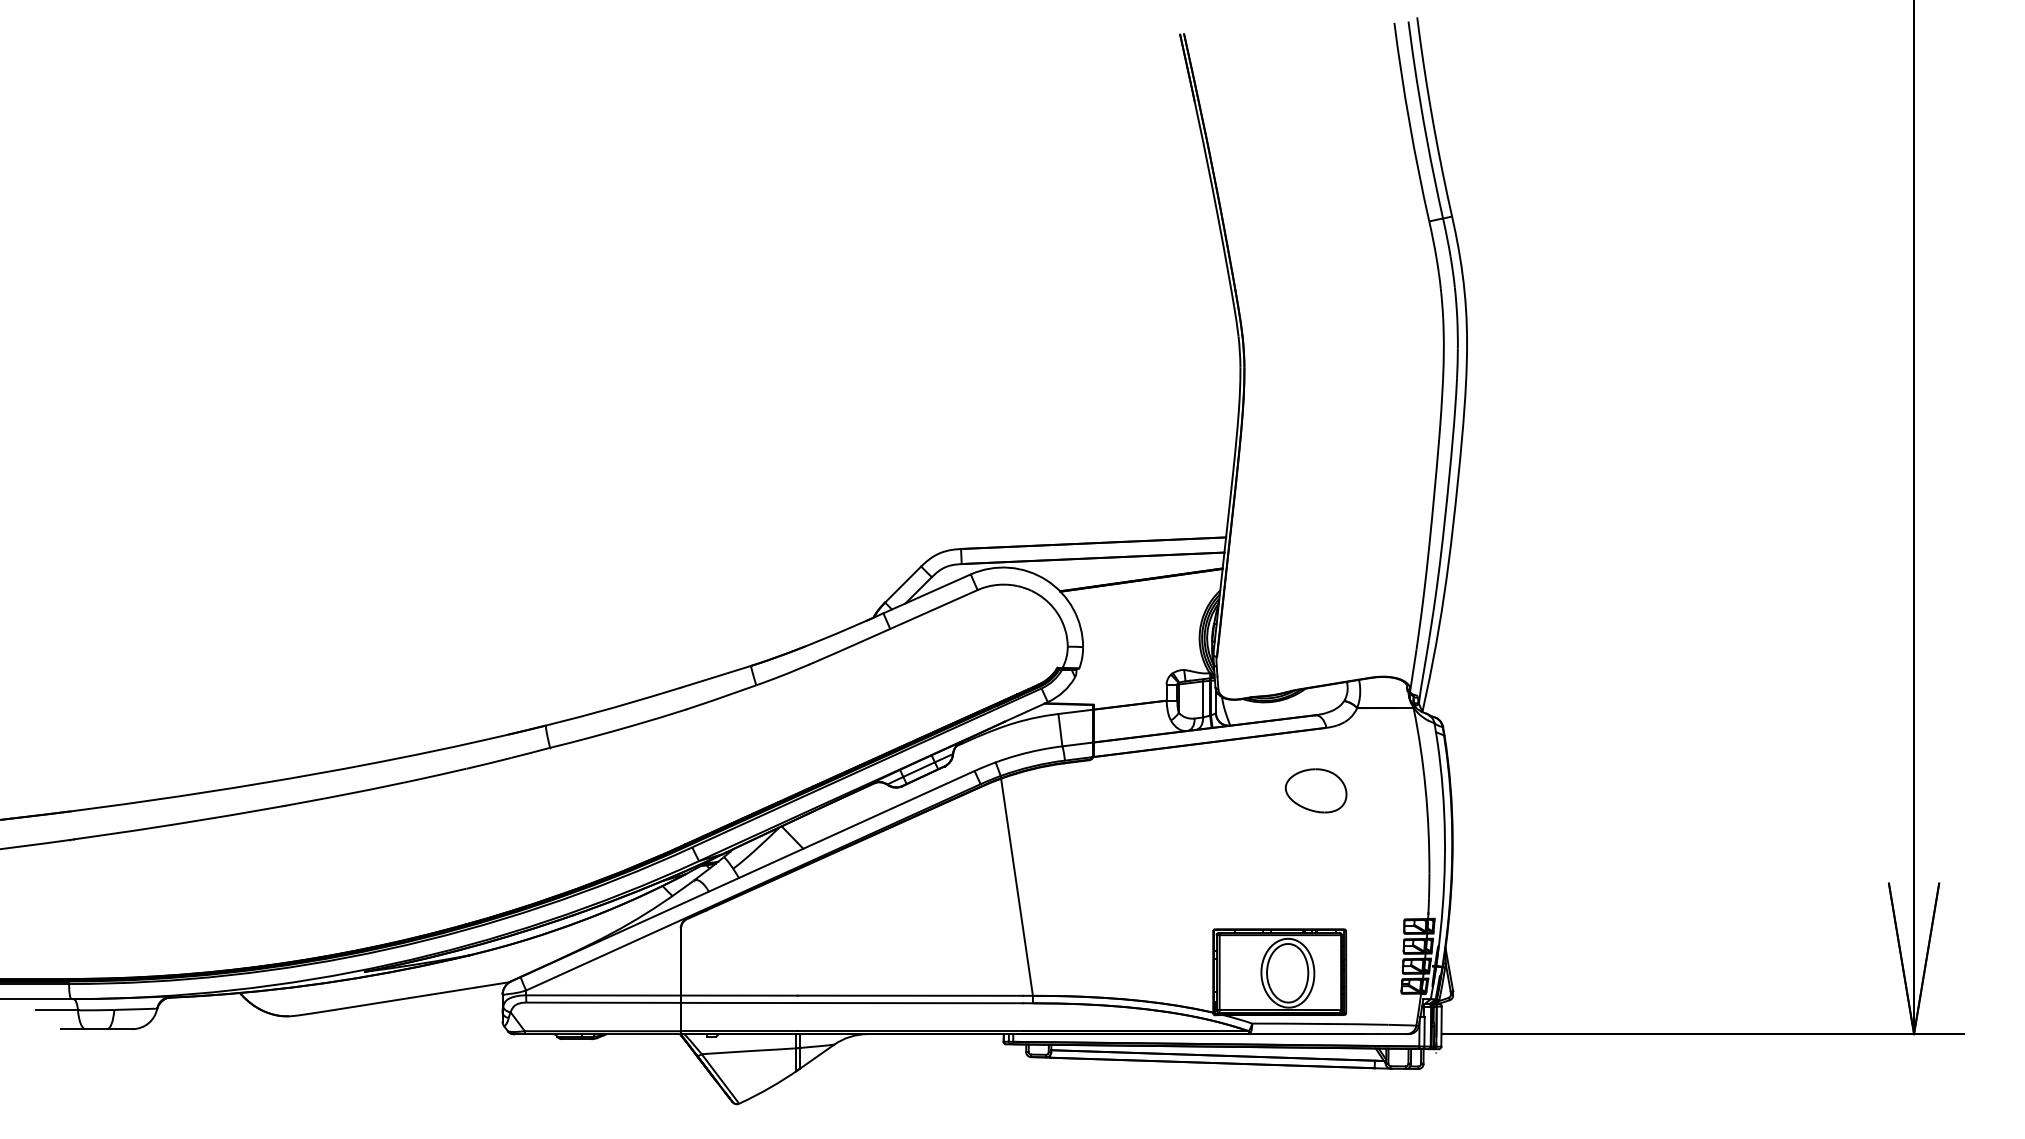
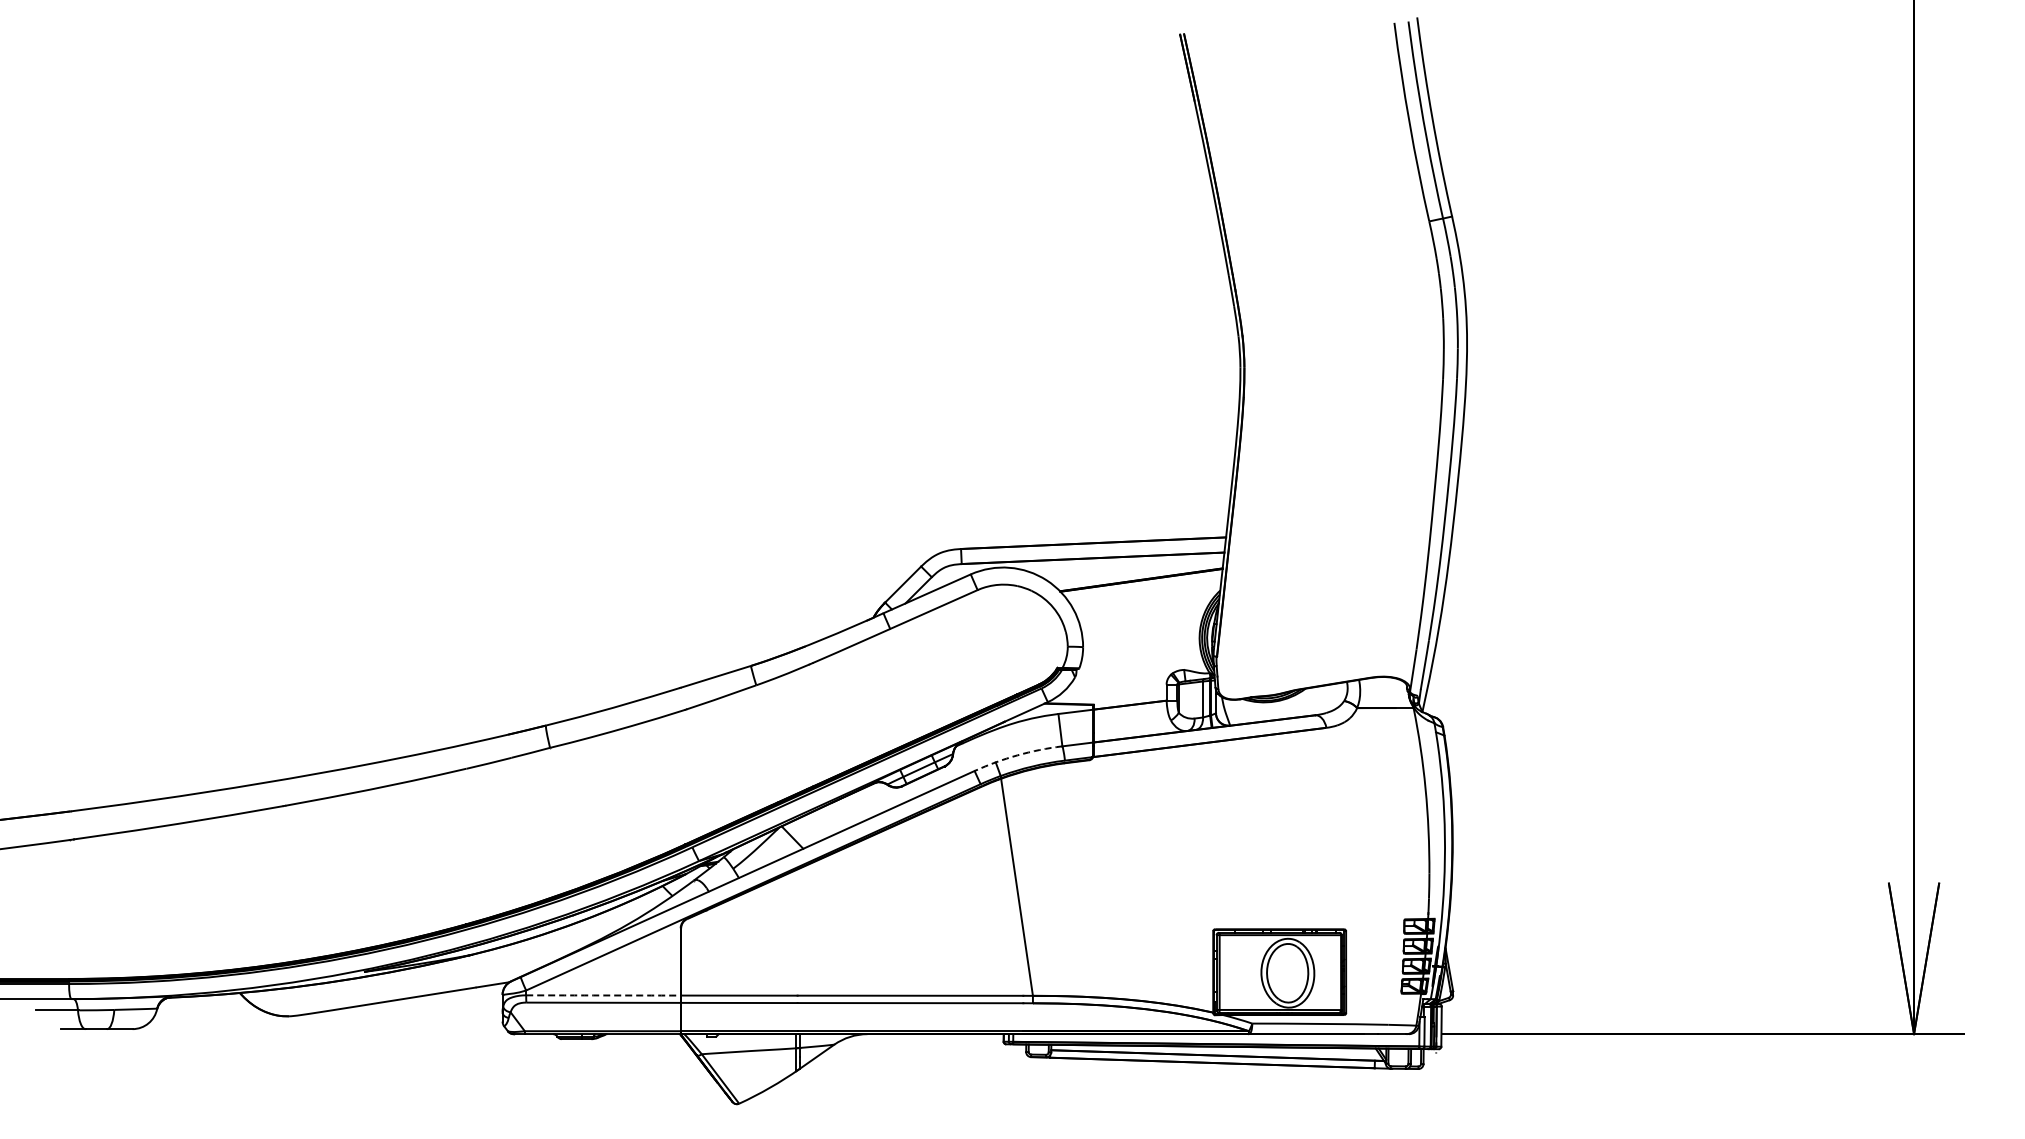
arc at (1017, 755): solid -> dashed
part at (1315, 790): present -> none
arc at (603, 995): solid -> dashed
